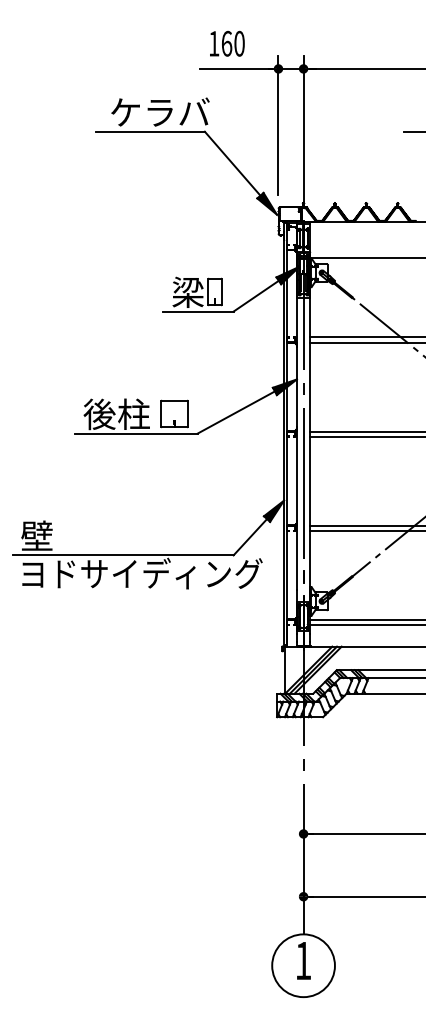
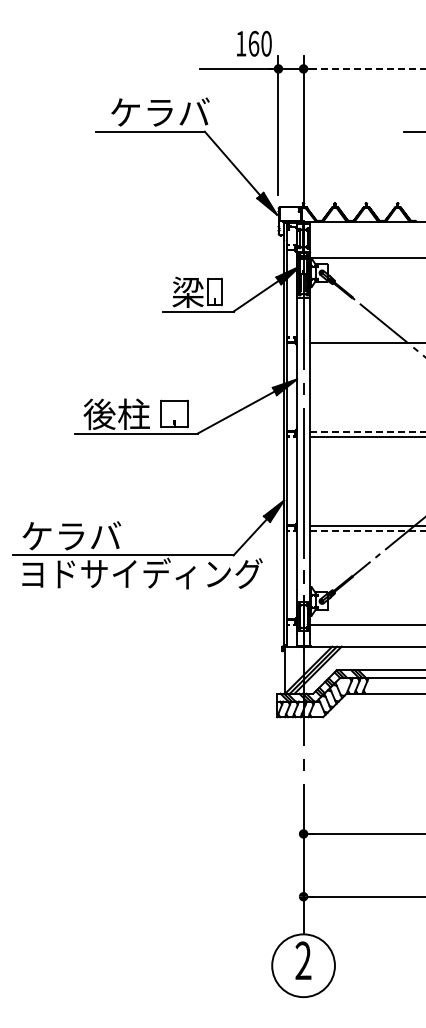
text at (227, 43) position: (227, 43) -> (254, 43)
line at (367, 68): solid -> dashed
line at (366, 337): present -> none
line at (368, 431): solid -> dashed
line at (368, 530): solid -> dashed
text at (71, 535): 壁 -> ケラバ
line at (366, 619): present -> none
text at (303, 960): 1 -> 2
